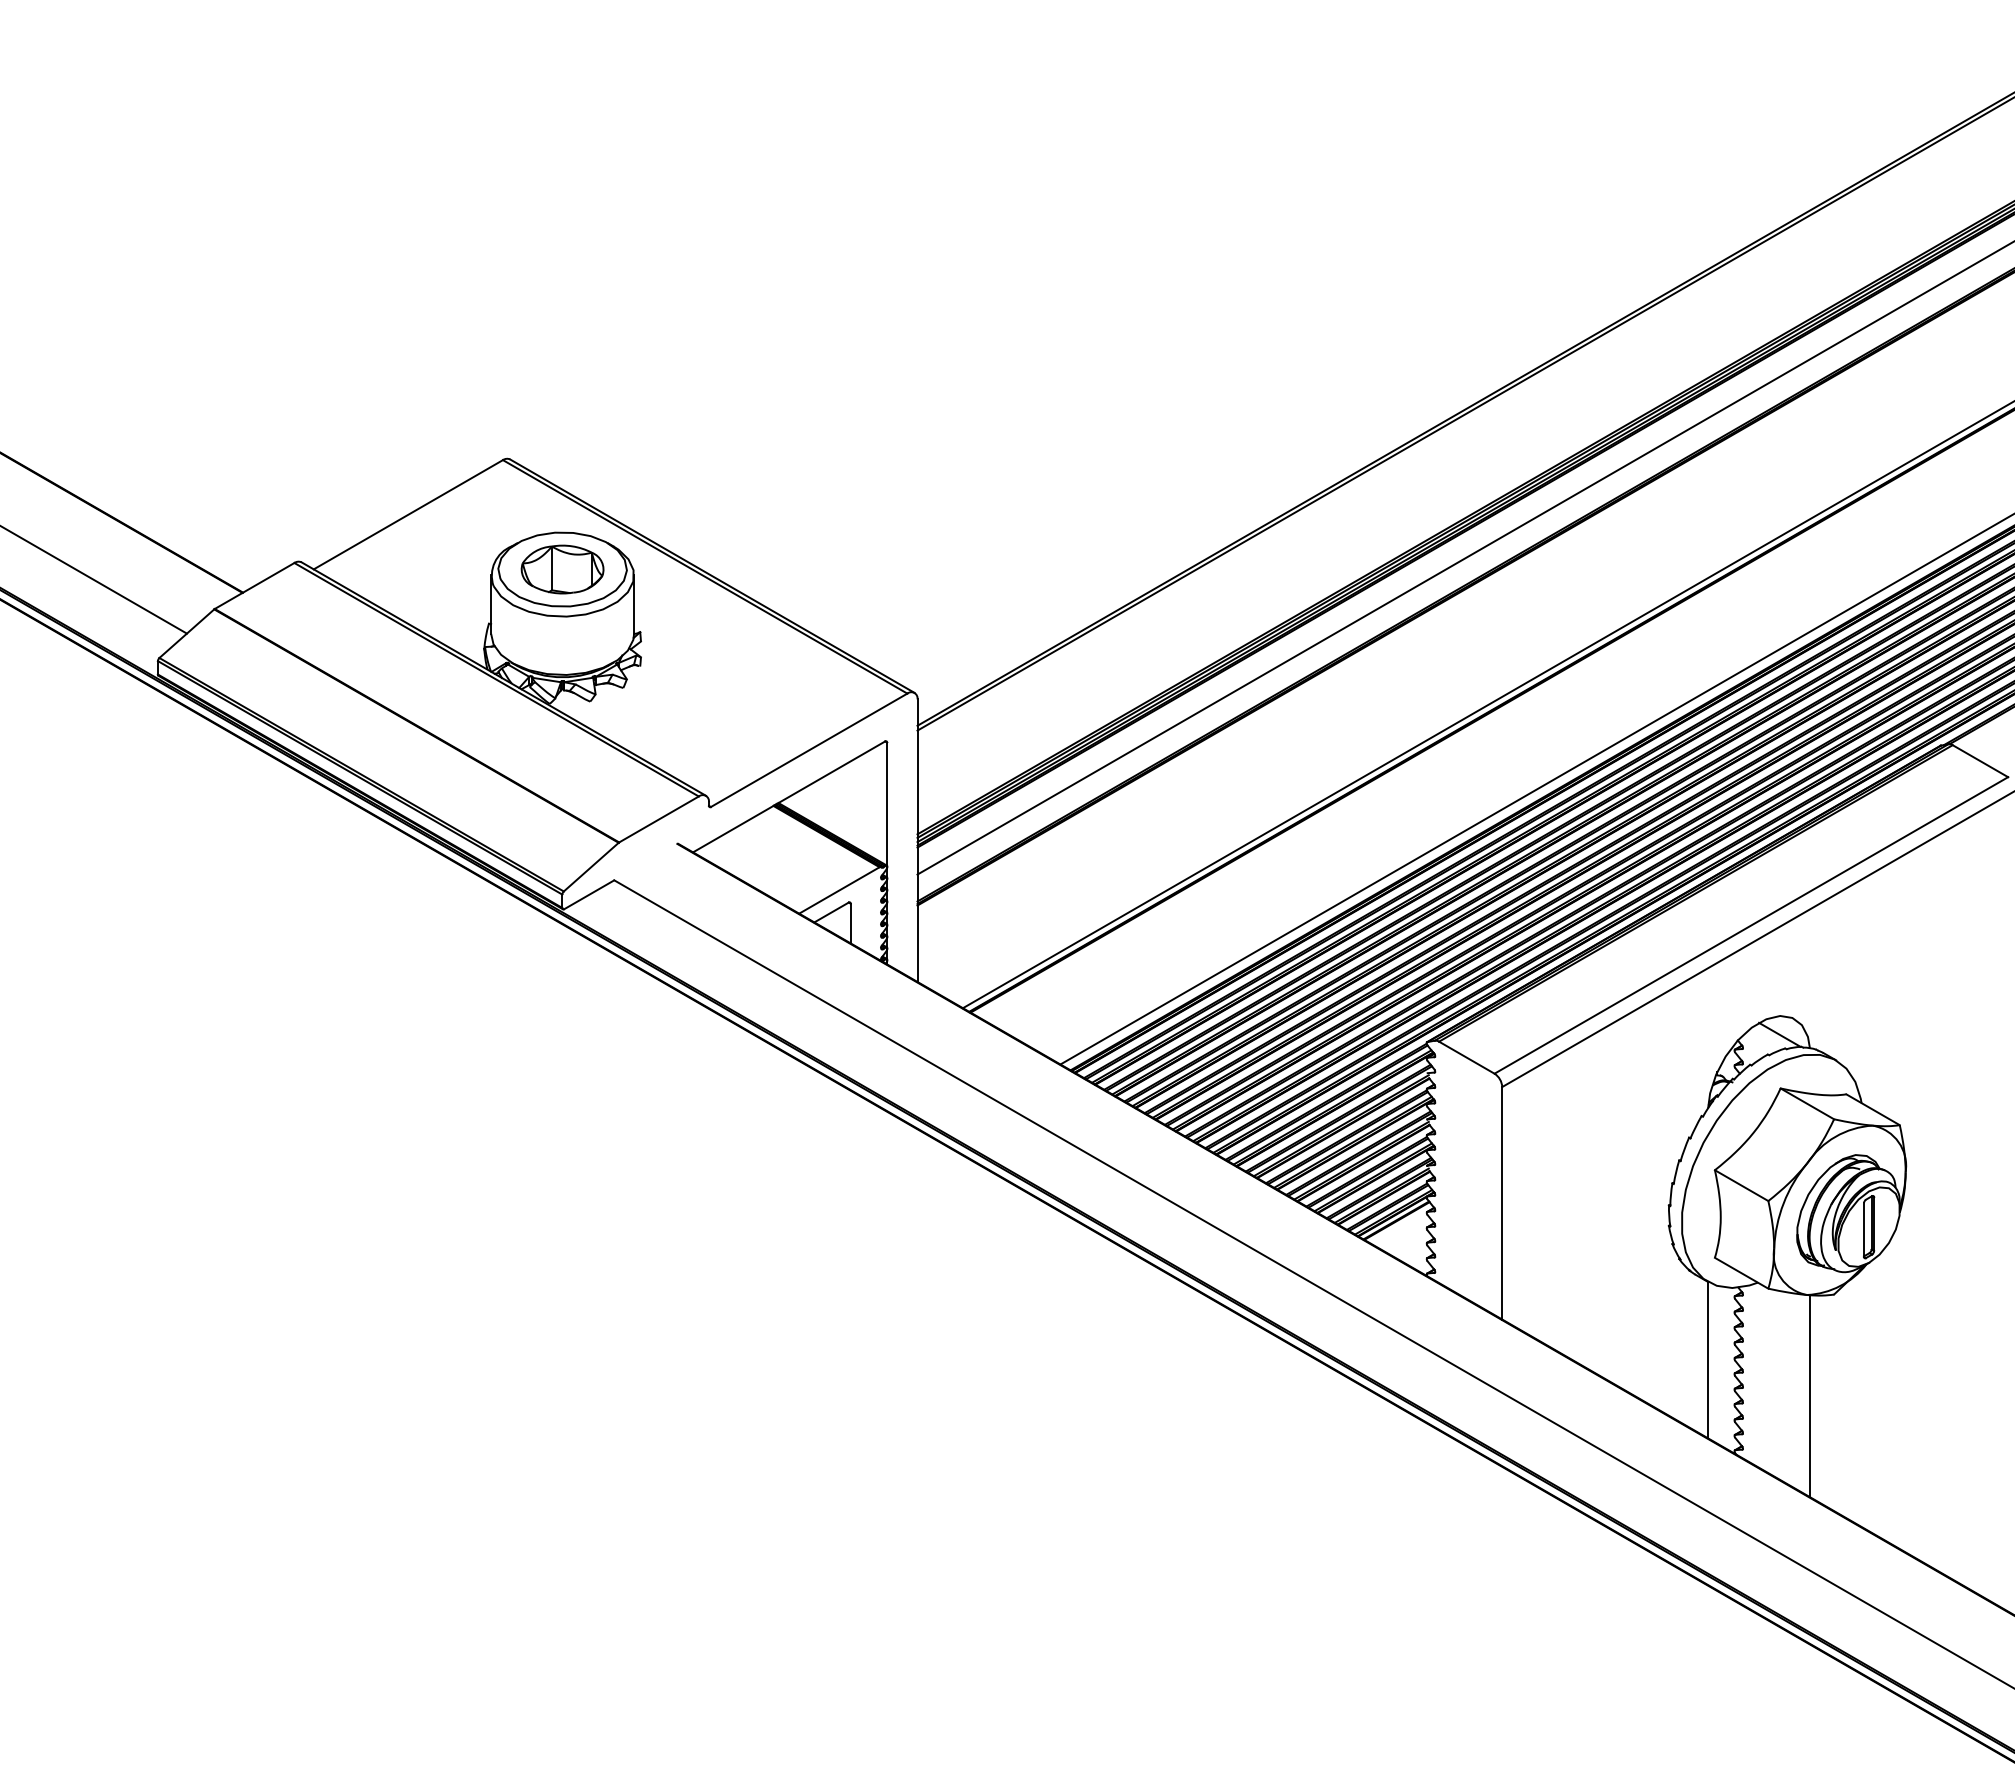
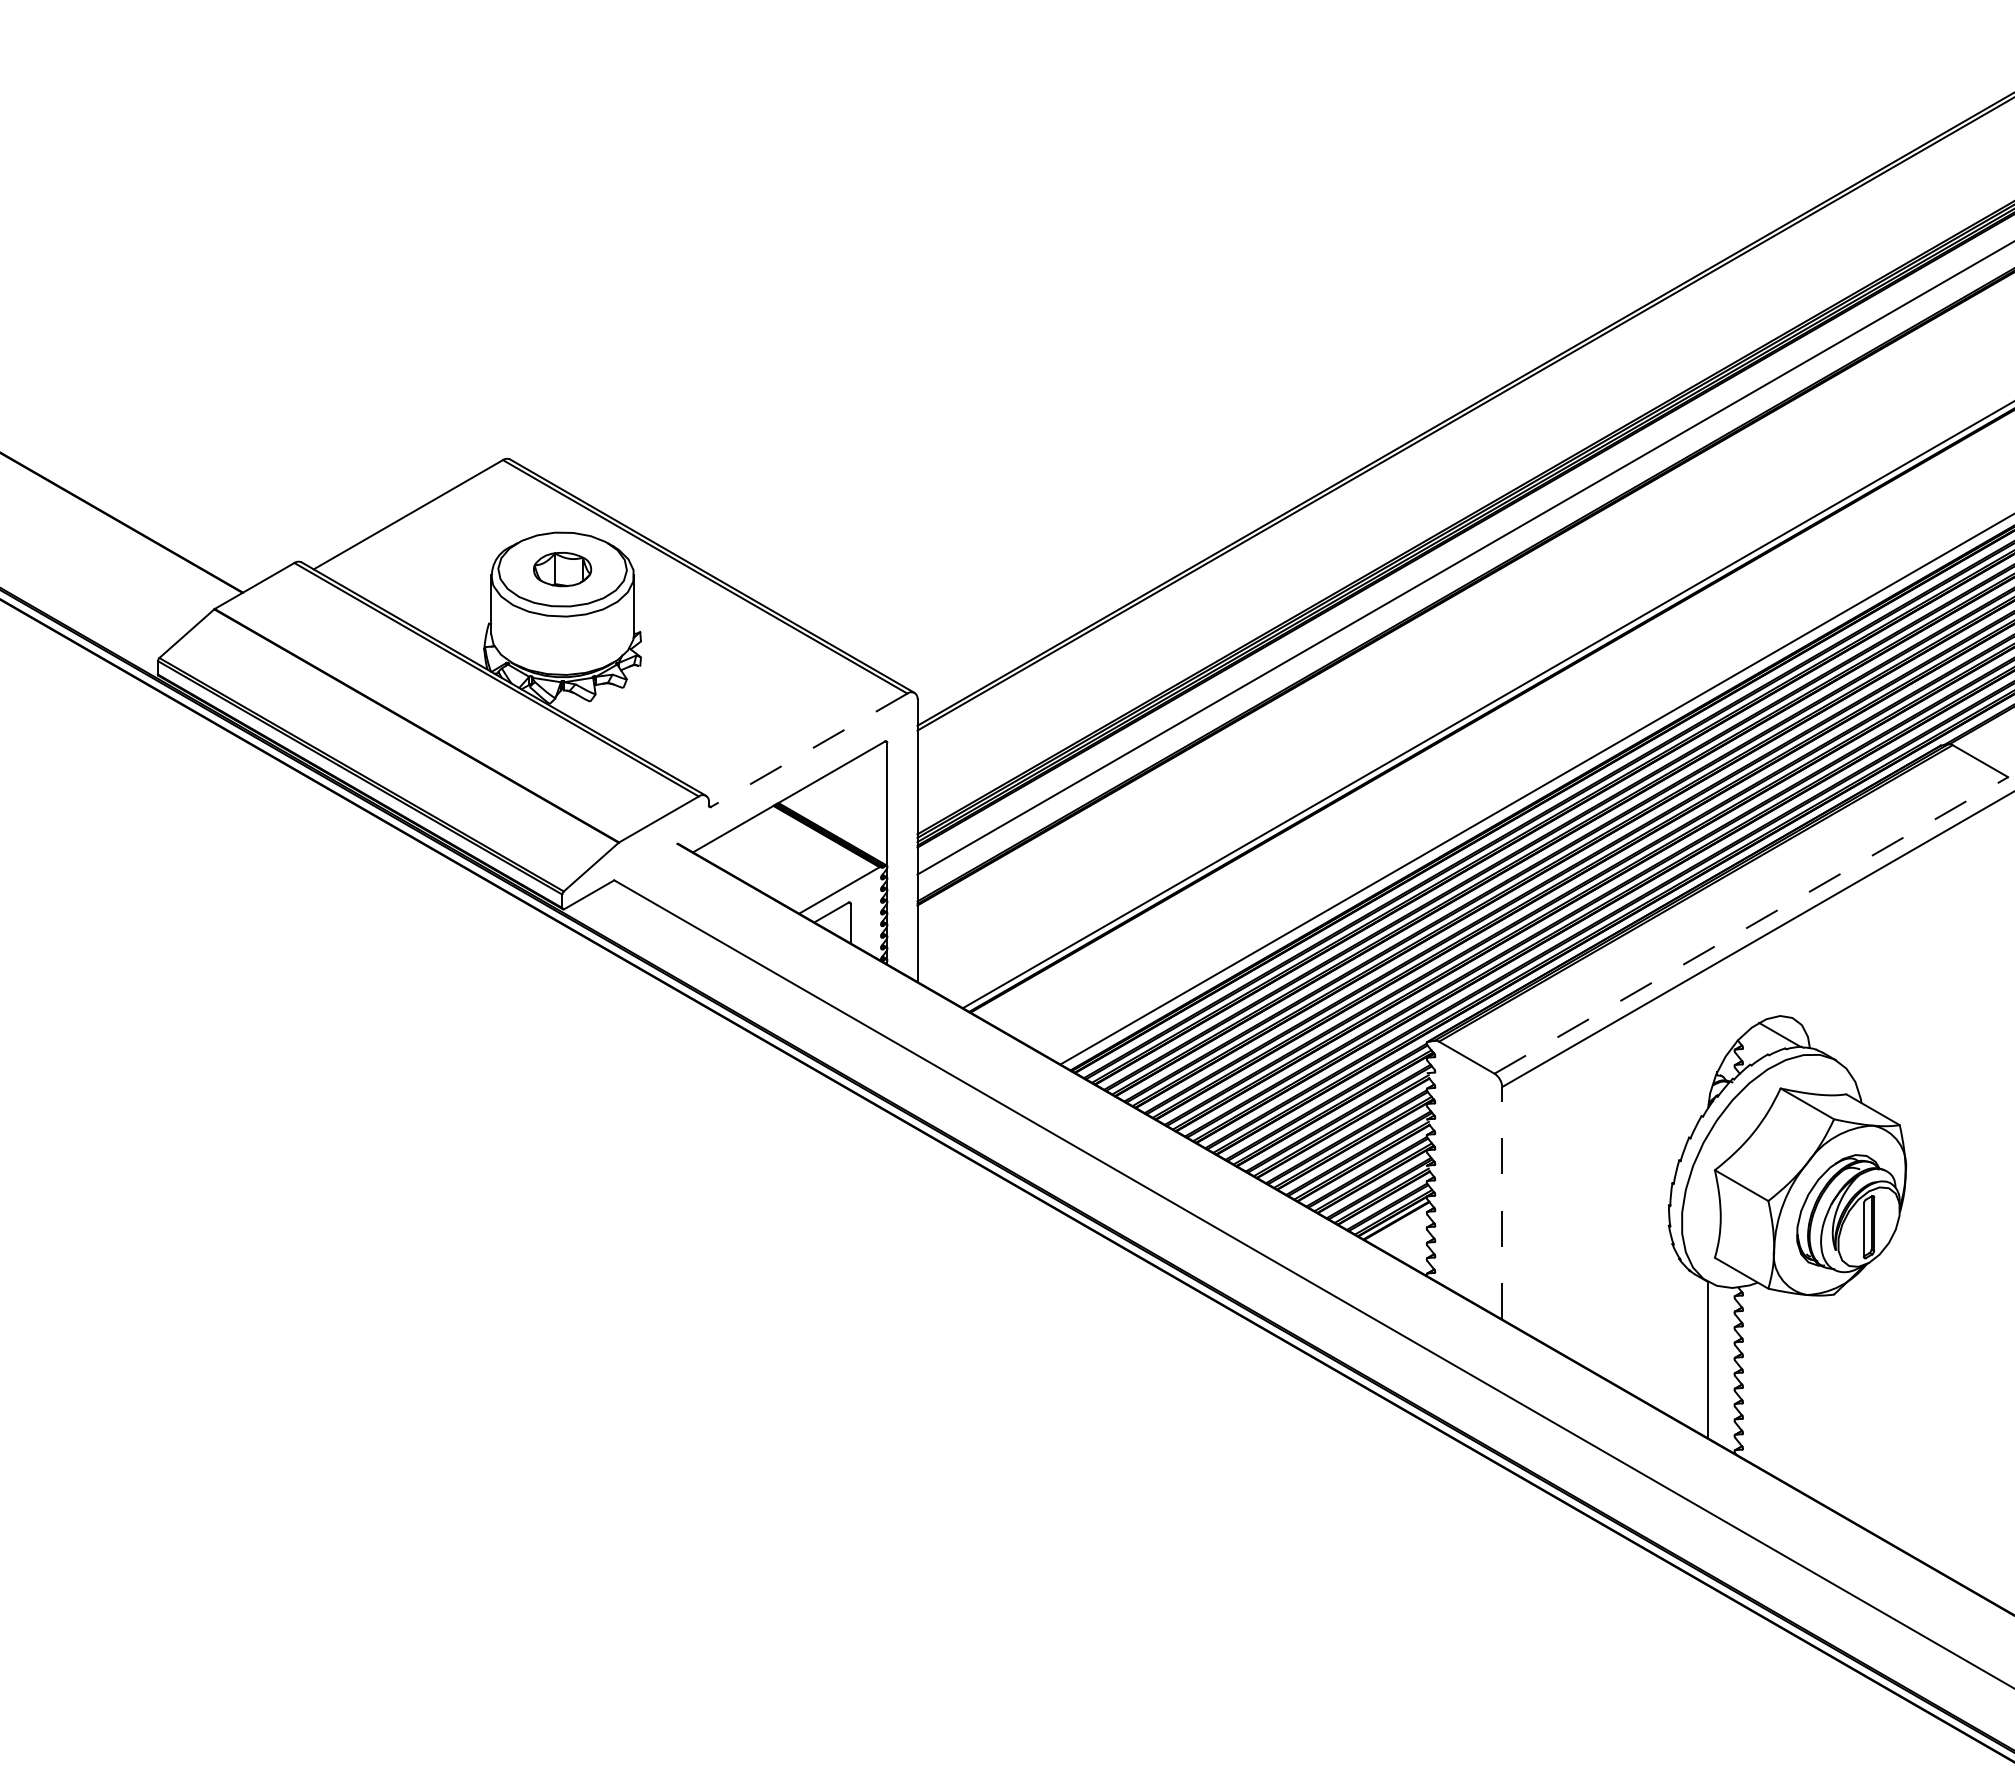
part at (562, 569) size: 85x51 px -> 60x36 px
line at (94, 580): present -> none
line at (808, 750): solid -> dashed
line at (1751, 925): solid -> dashed
line at (1502, 1202): solid -> dashed
line at (1810, 1395): present -> none
